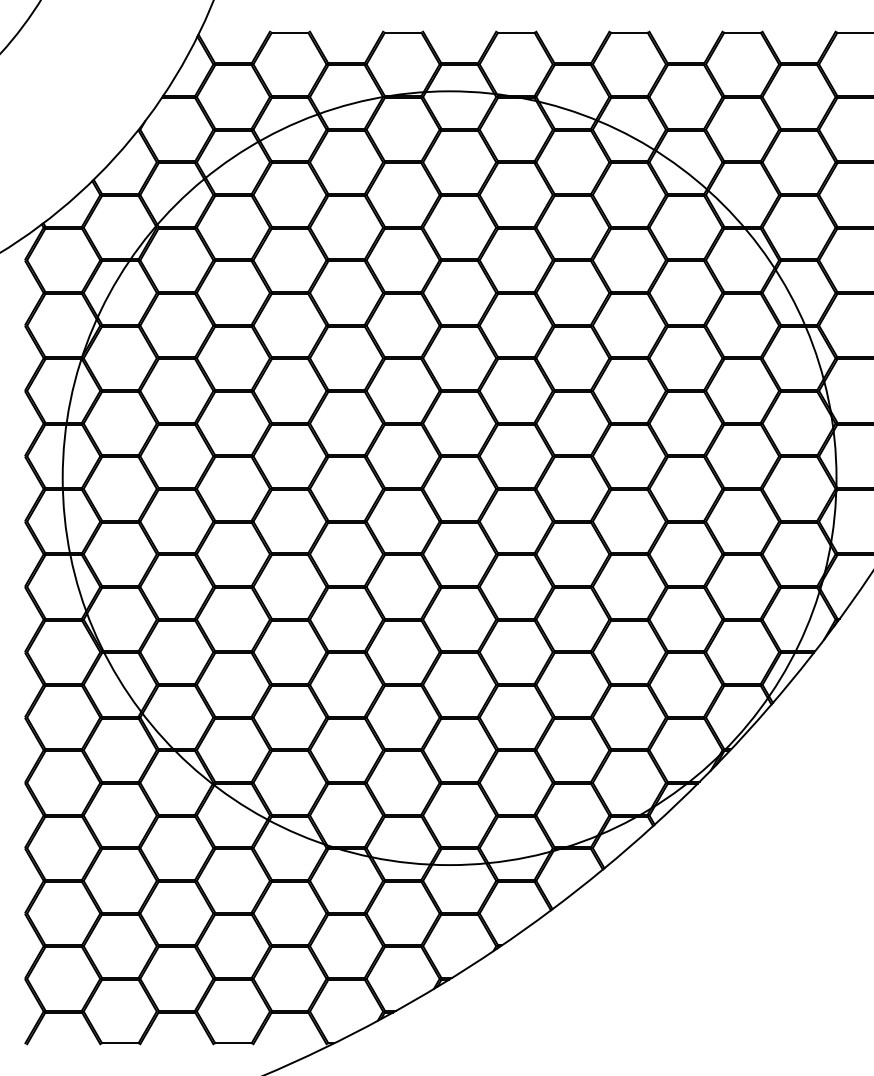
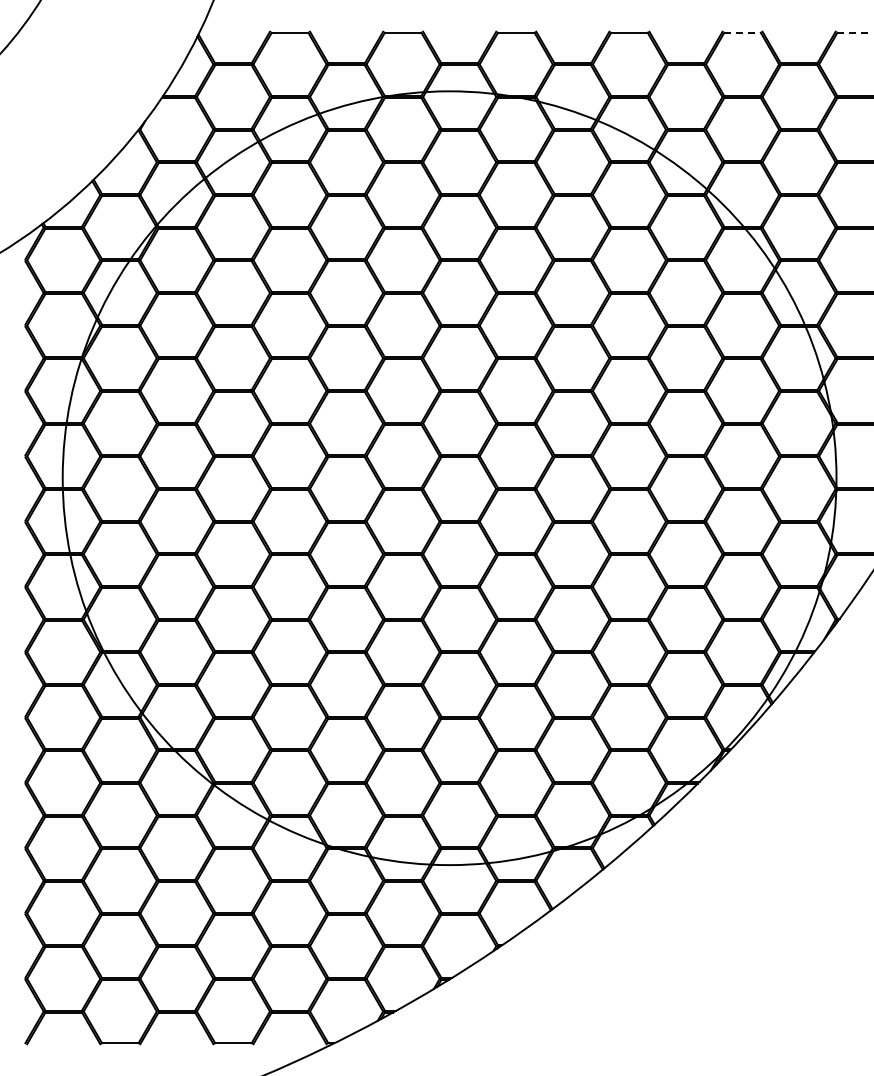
line at (743, 32): solid -> dashed
line at (856, 32): solid -> dashed
